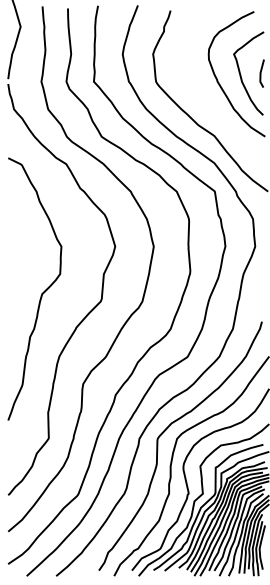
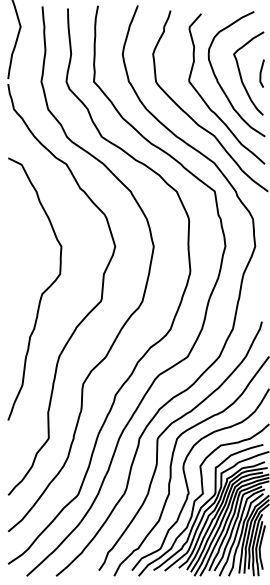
curve at (207, 103): none -> present
